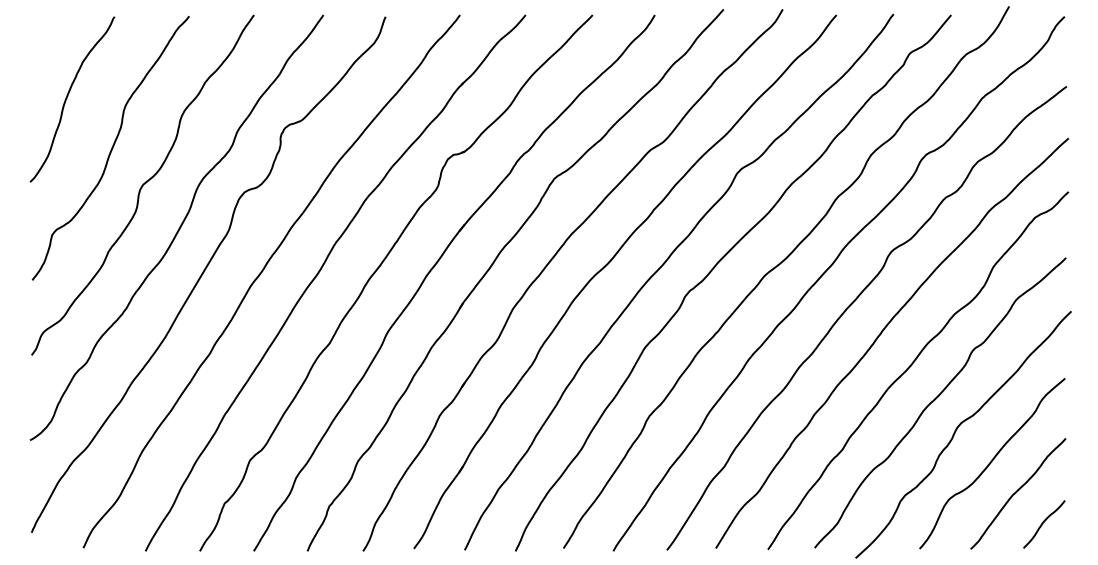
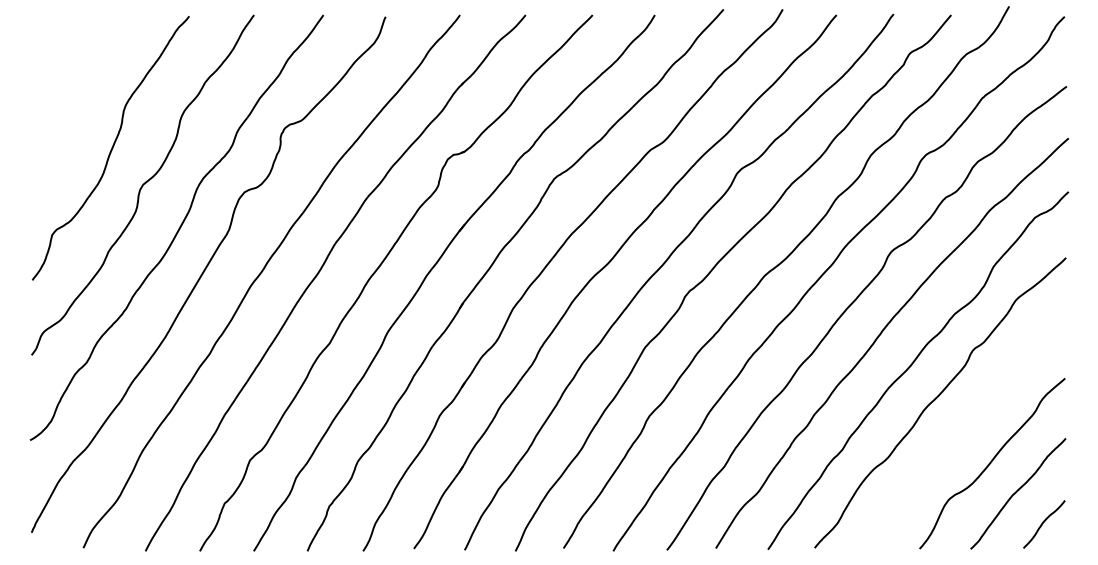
curve at (68, 96): present -> none
curve at (956, 431): present -> none
